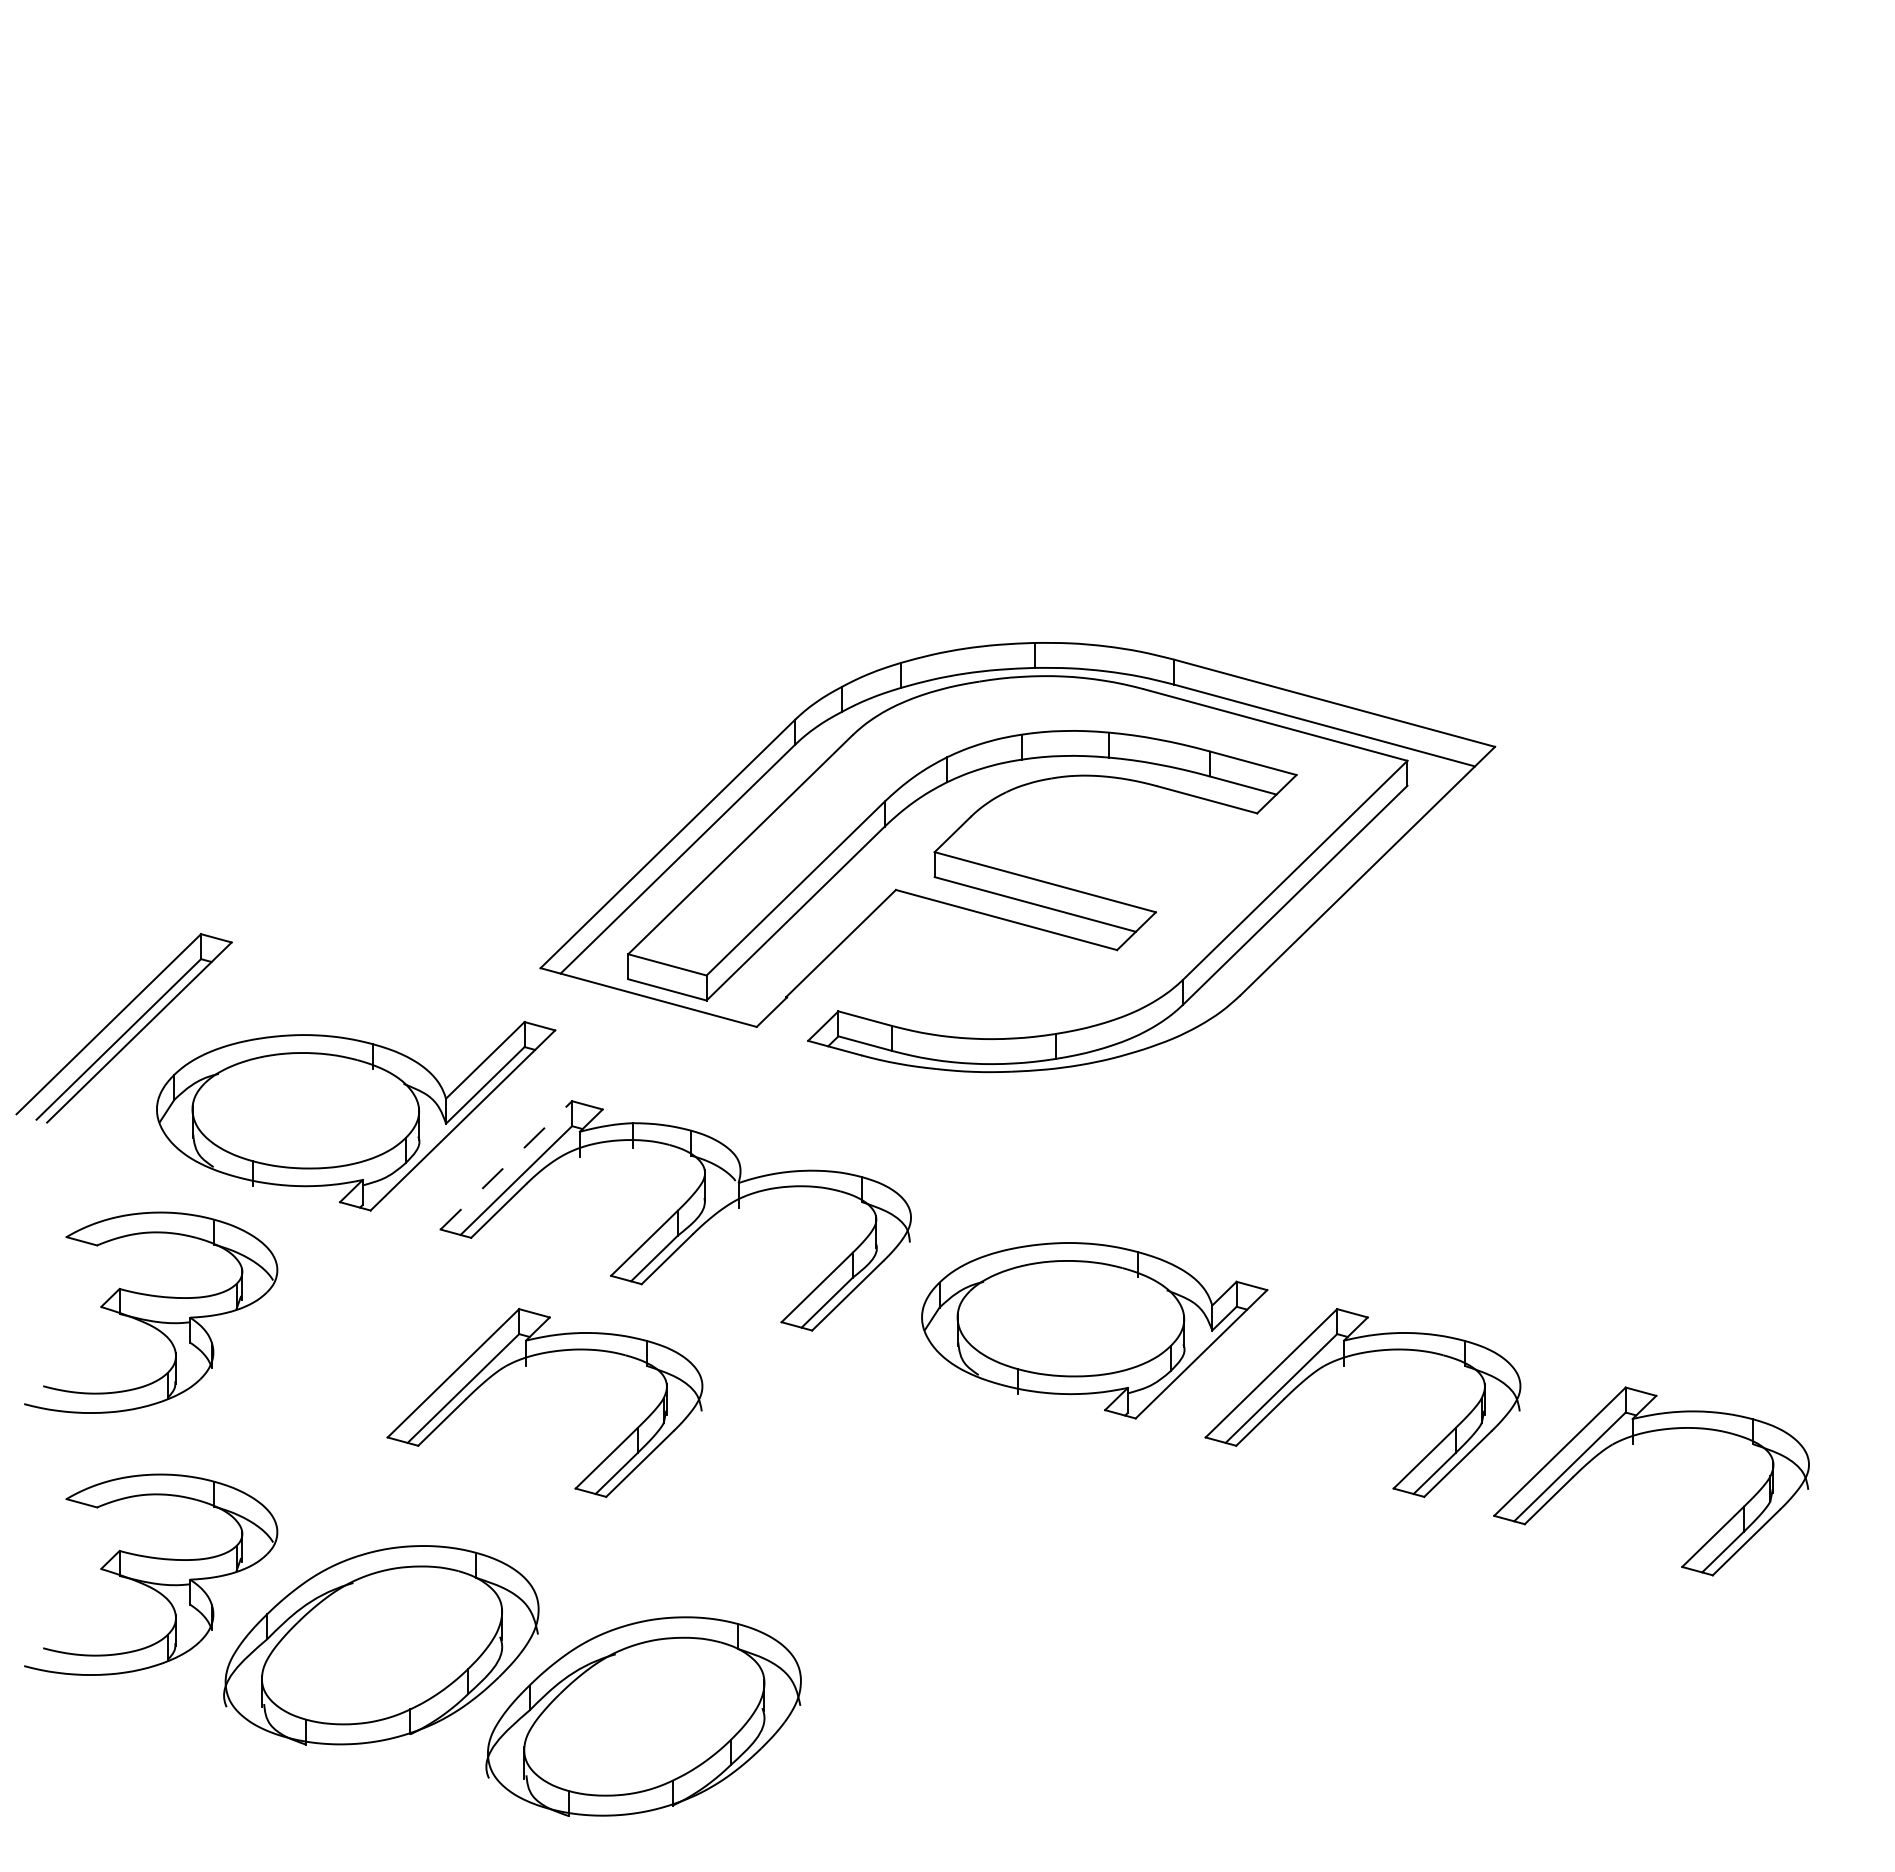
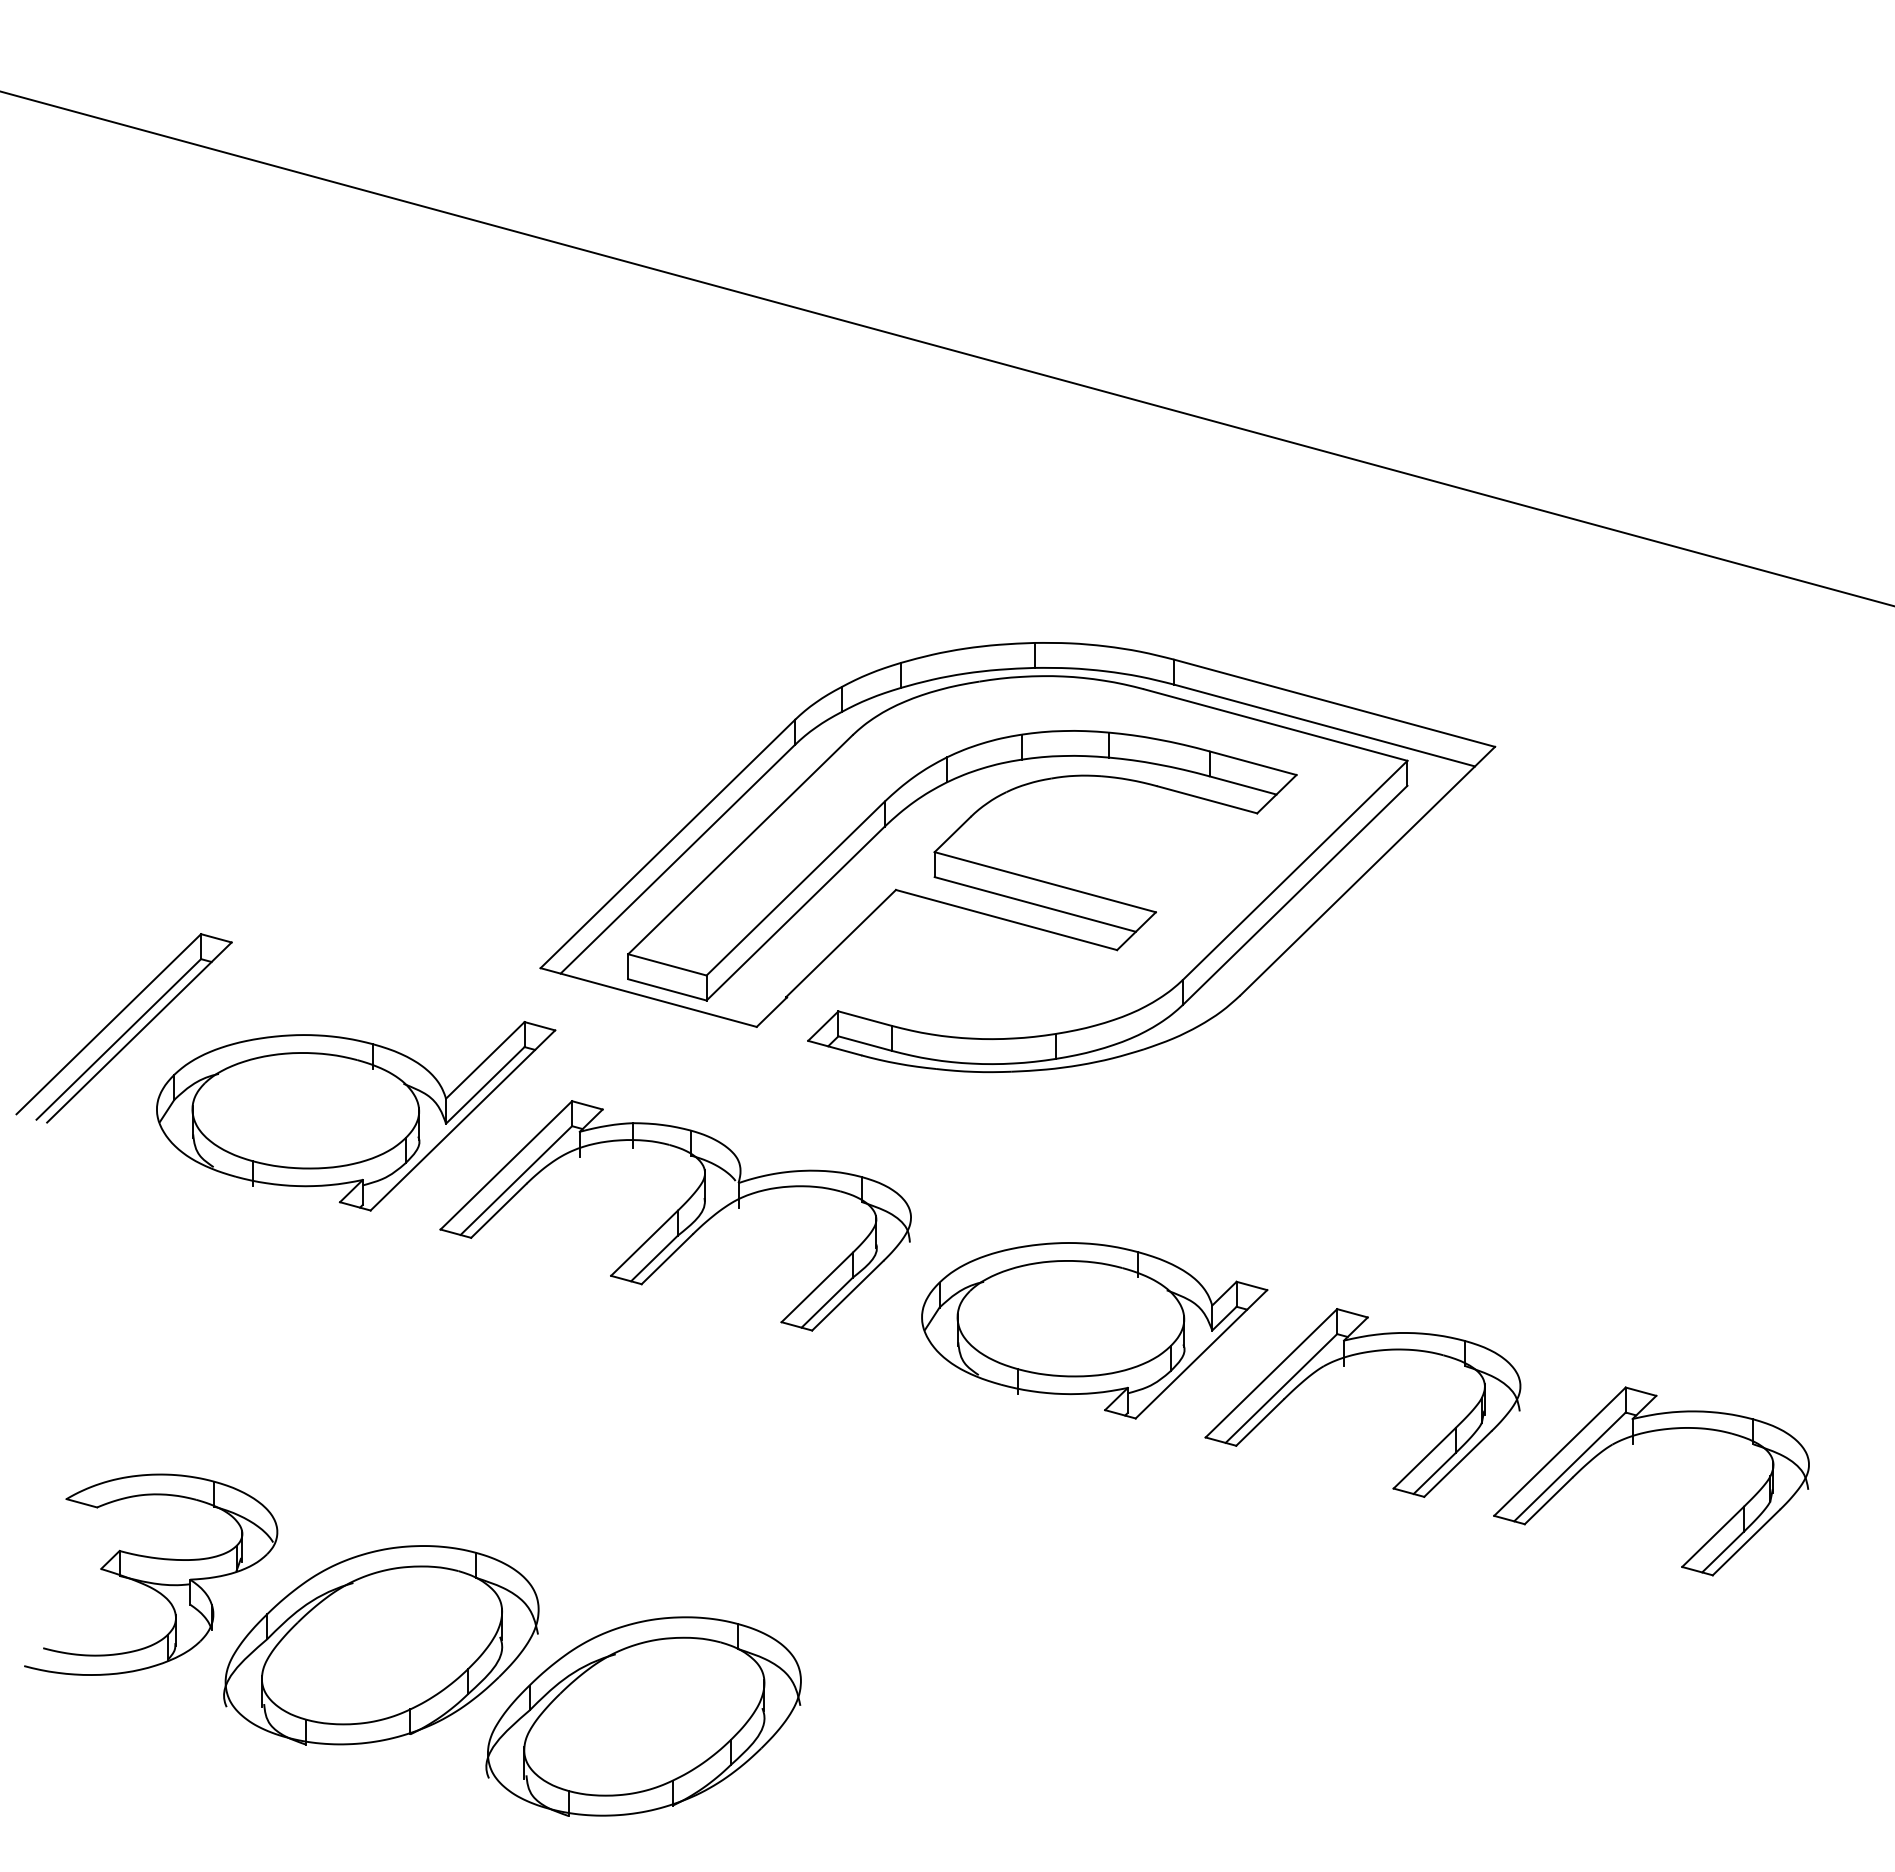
line at (946, 348): none -> present
line at (506, 1165): dashed -> solid
part at (151, 1312): present -> none
part at (526, 1366): present -> none
